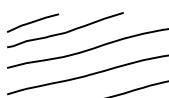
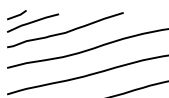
line at (16, 15): none -> present
